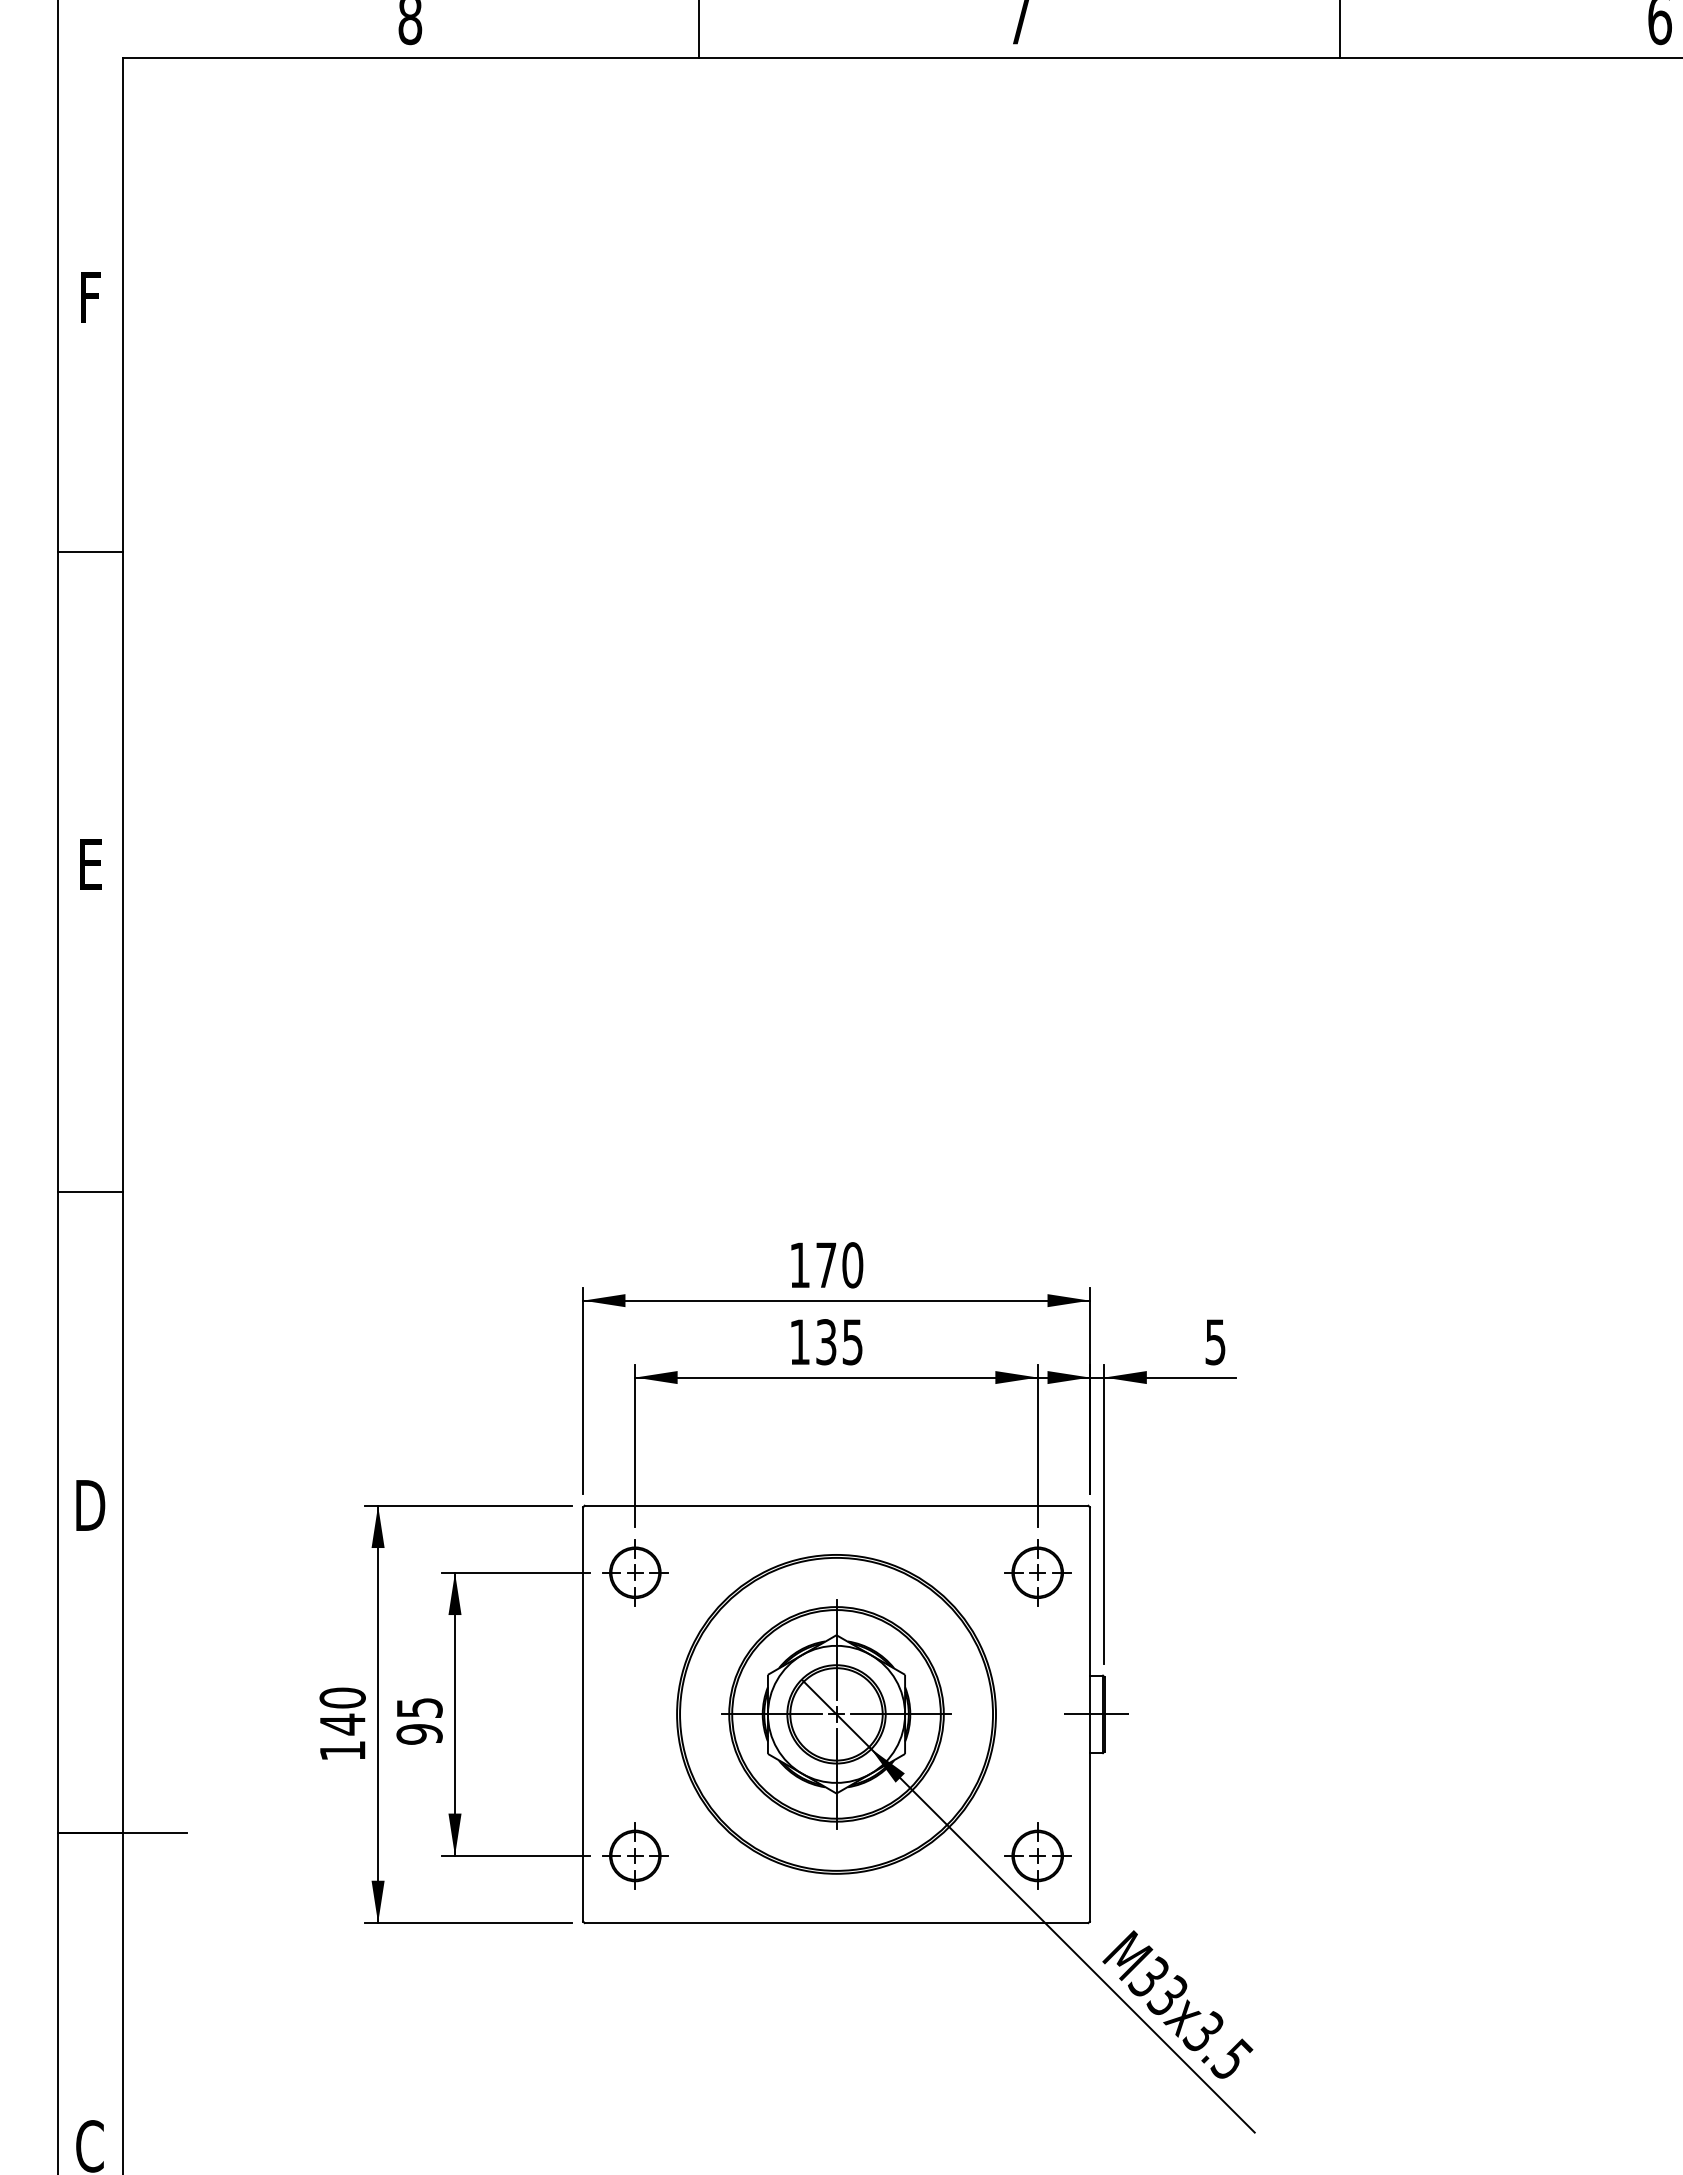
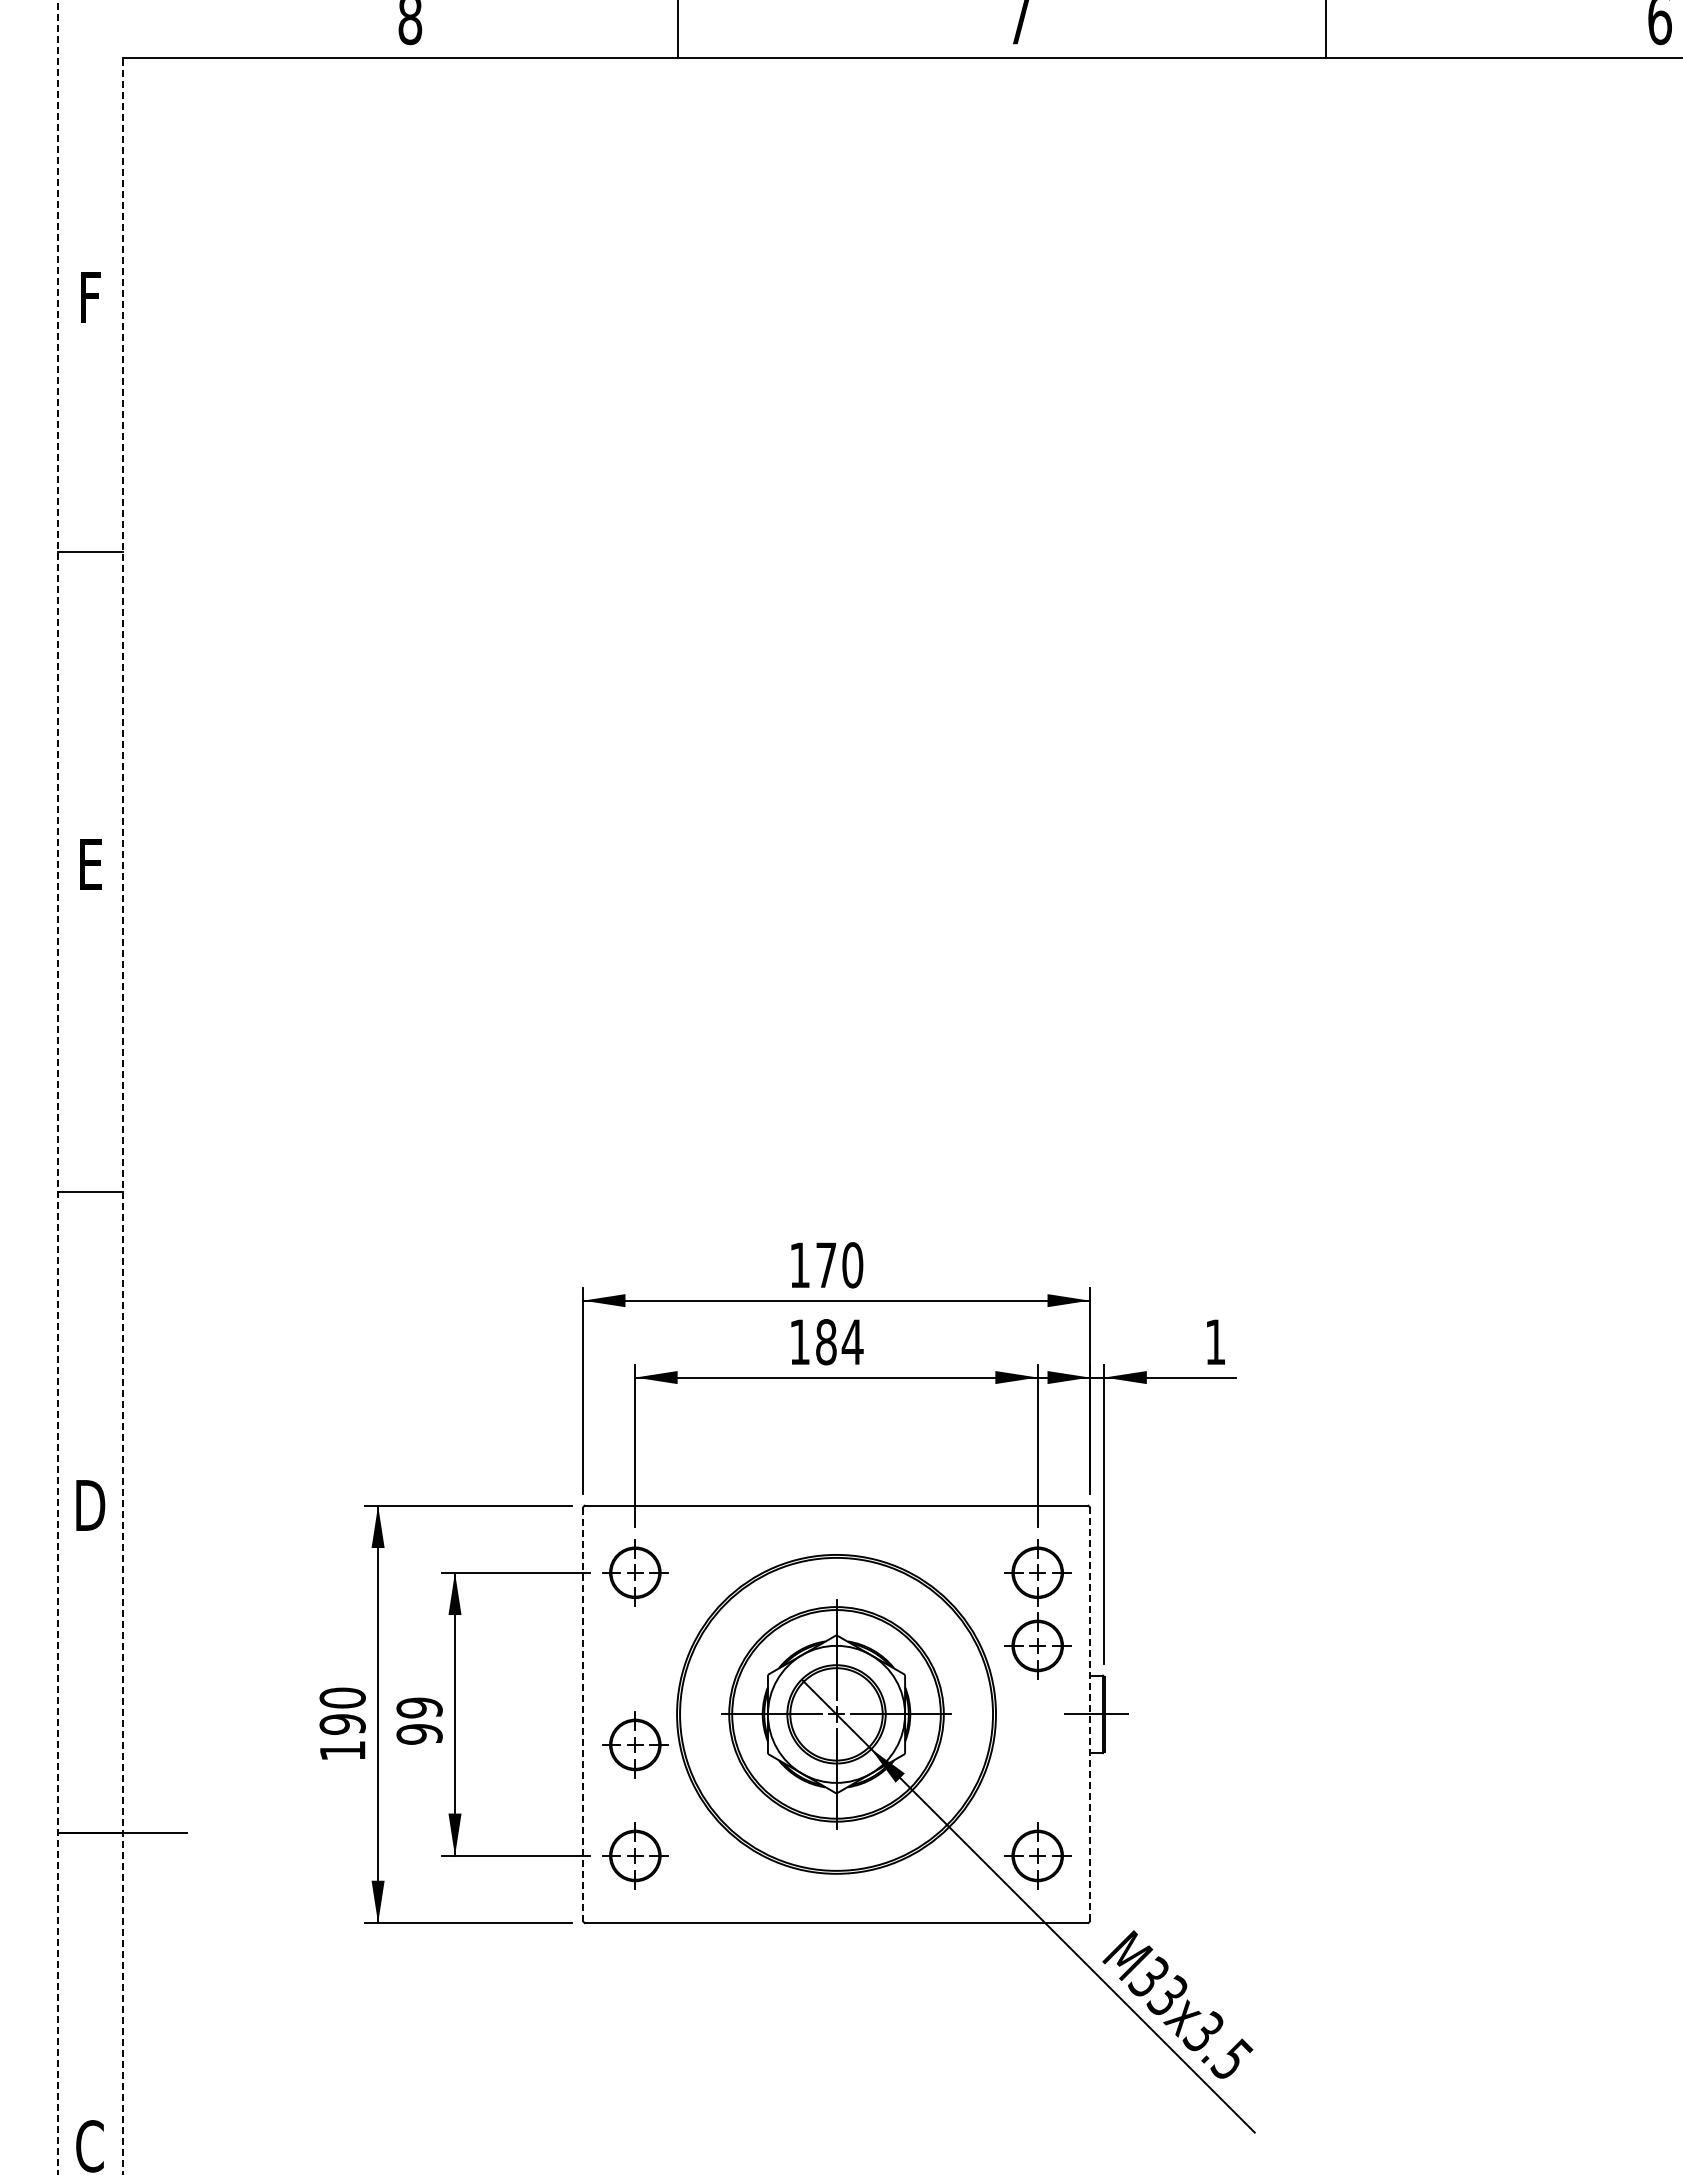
line at (699, 30) position: (699, 30) -> (678, 30)
line at (1340, 30) position: (1340, 30) -> (1326, 30)
line at (58, 1086): solid -> dashed
line at (122, 1115): solid -> dashed
text at (839, 1342): 135 -> 184
text at (1215, 1342): 5 -> 1
part at (1037, 1645): none -> present
text at (419, 1707): 95 -> 99
line at (583, 1713): solid -> dashed
line at (1089, 1714): solid -> dashed
text at (342, 1724): 140 -> 190
part at (635, 1744): none -> present
